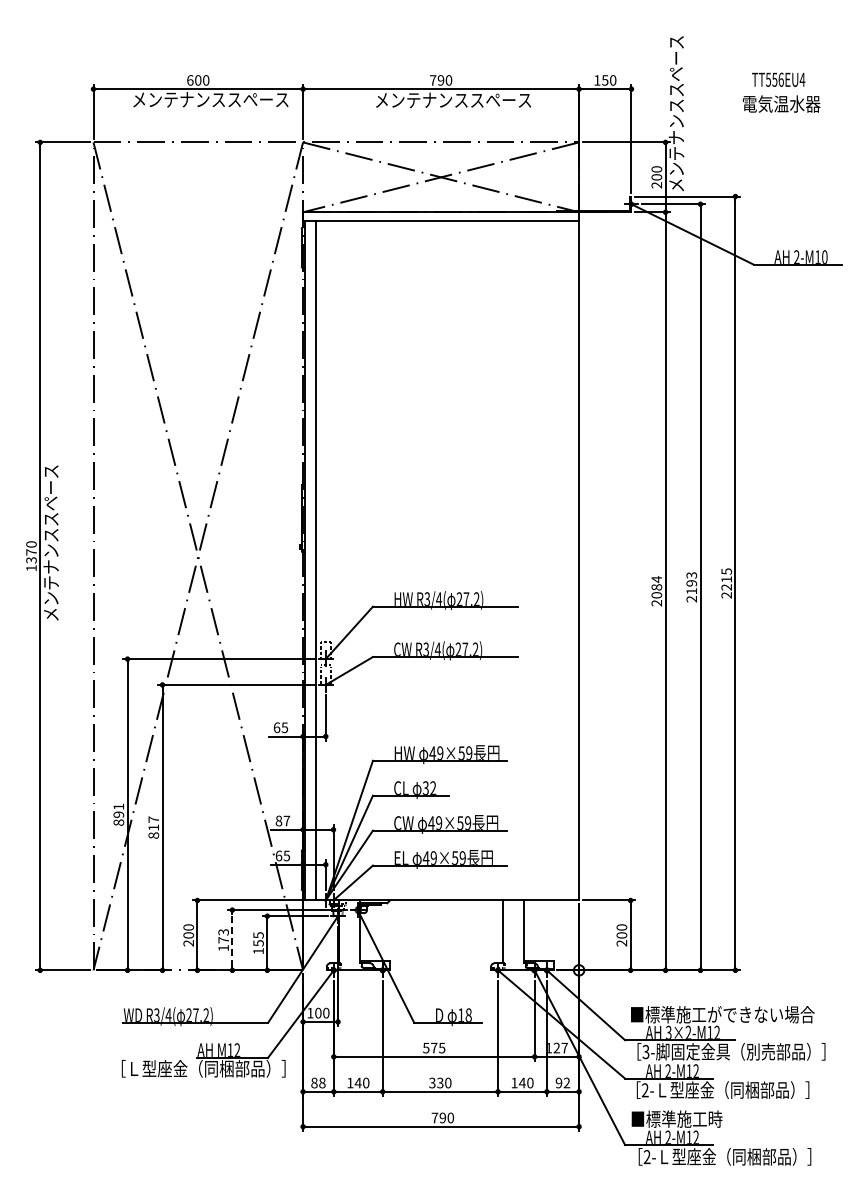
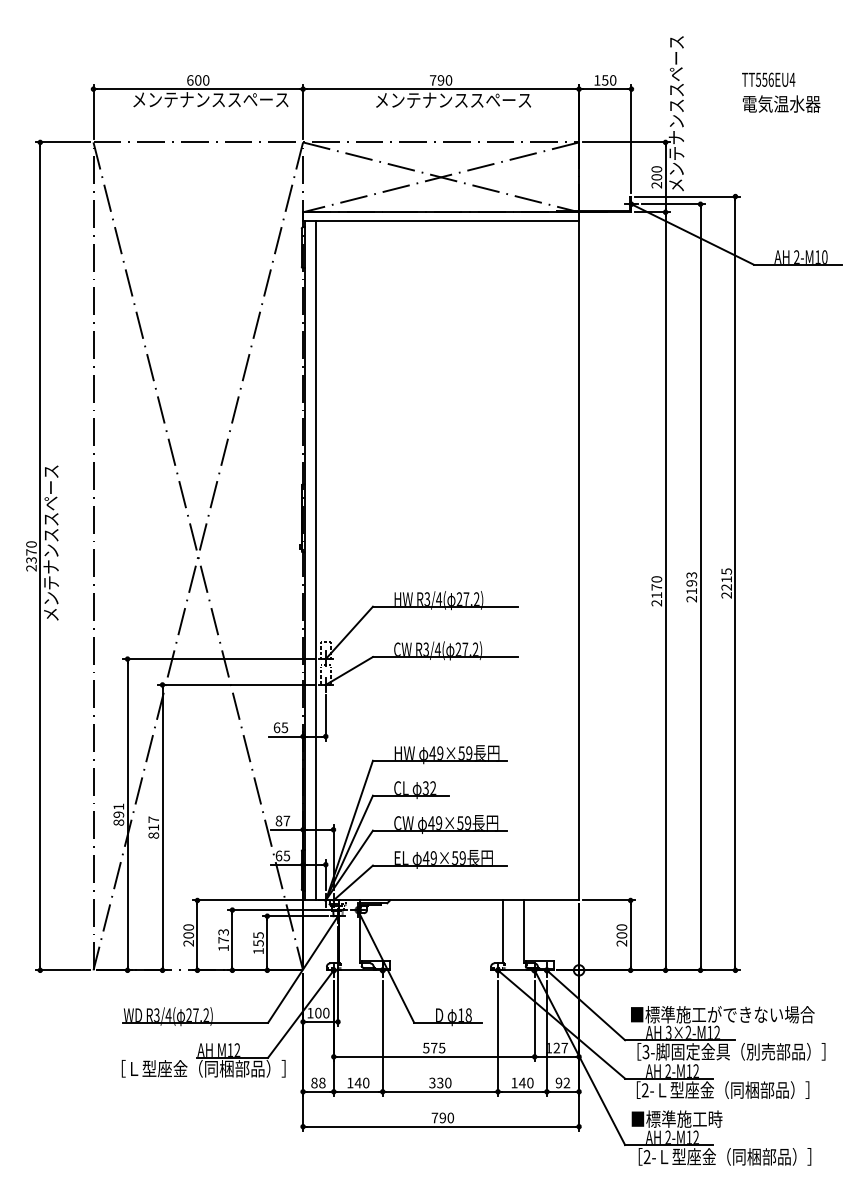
text at (778, 79) position: (778, 79) -> (768, 79)
text at (31, 568): 1370 -> 2370
text at (656, 587): 2084 -> 2170
line at (232, 940): dashed -> solid
